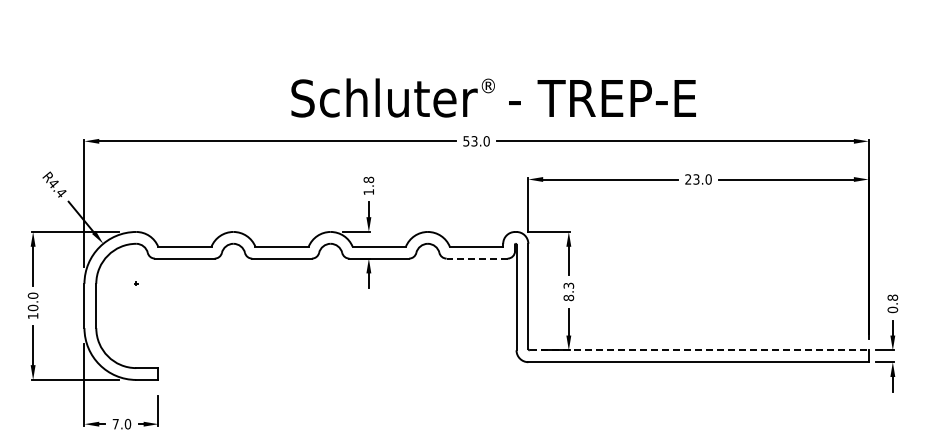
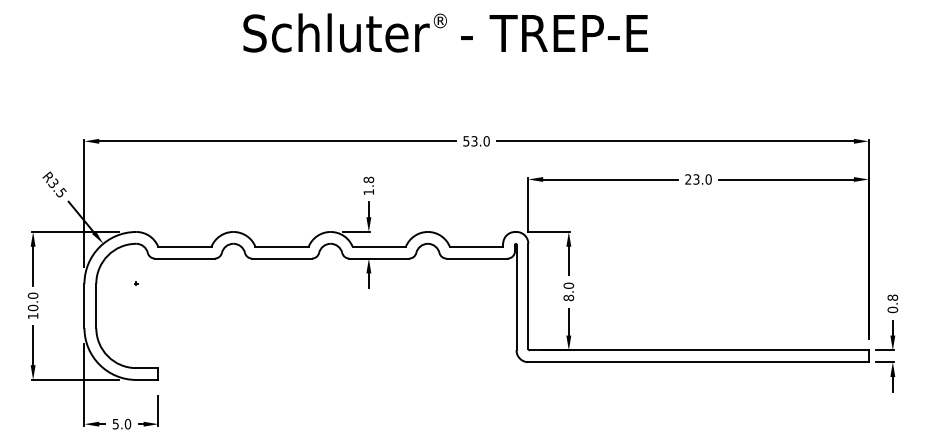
text at (493, 97) position: (493, 97) -> (445, 32)
text at (57, 187): R4.4 -> R3.5
line at (477, 258): dashed -> solid
text at (568, 285): 8.3 -> 8.0
line at (699, 350): dashed -> solid
text at (115, 424): 7.0 -> 5.0
